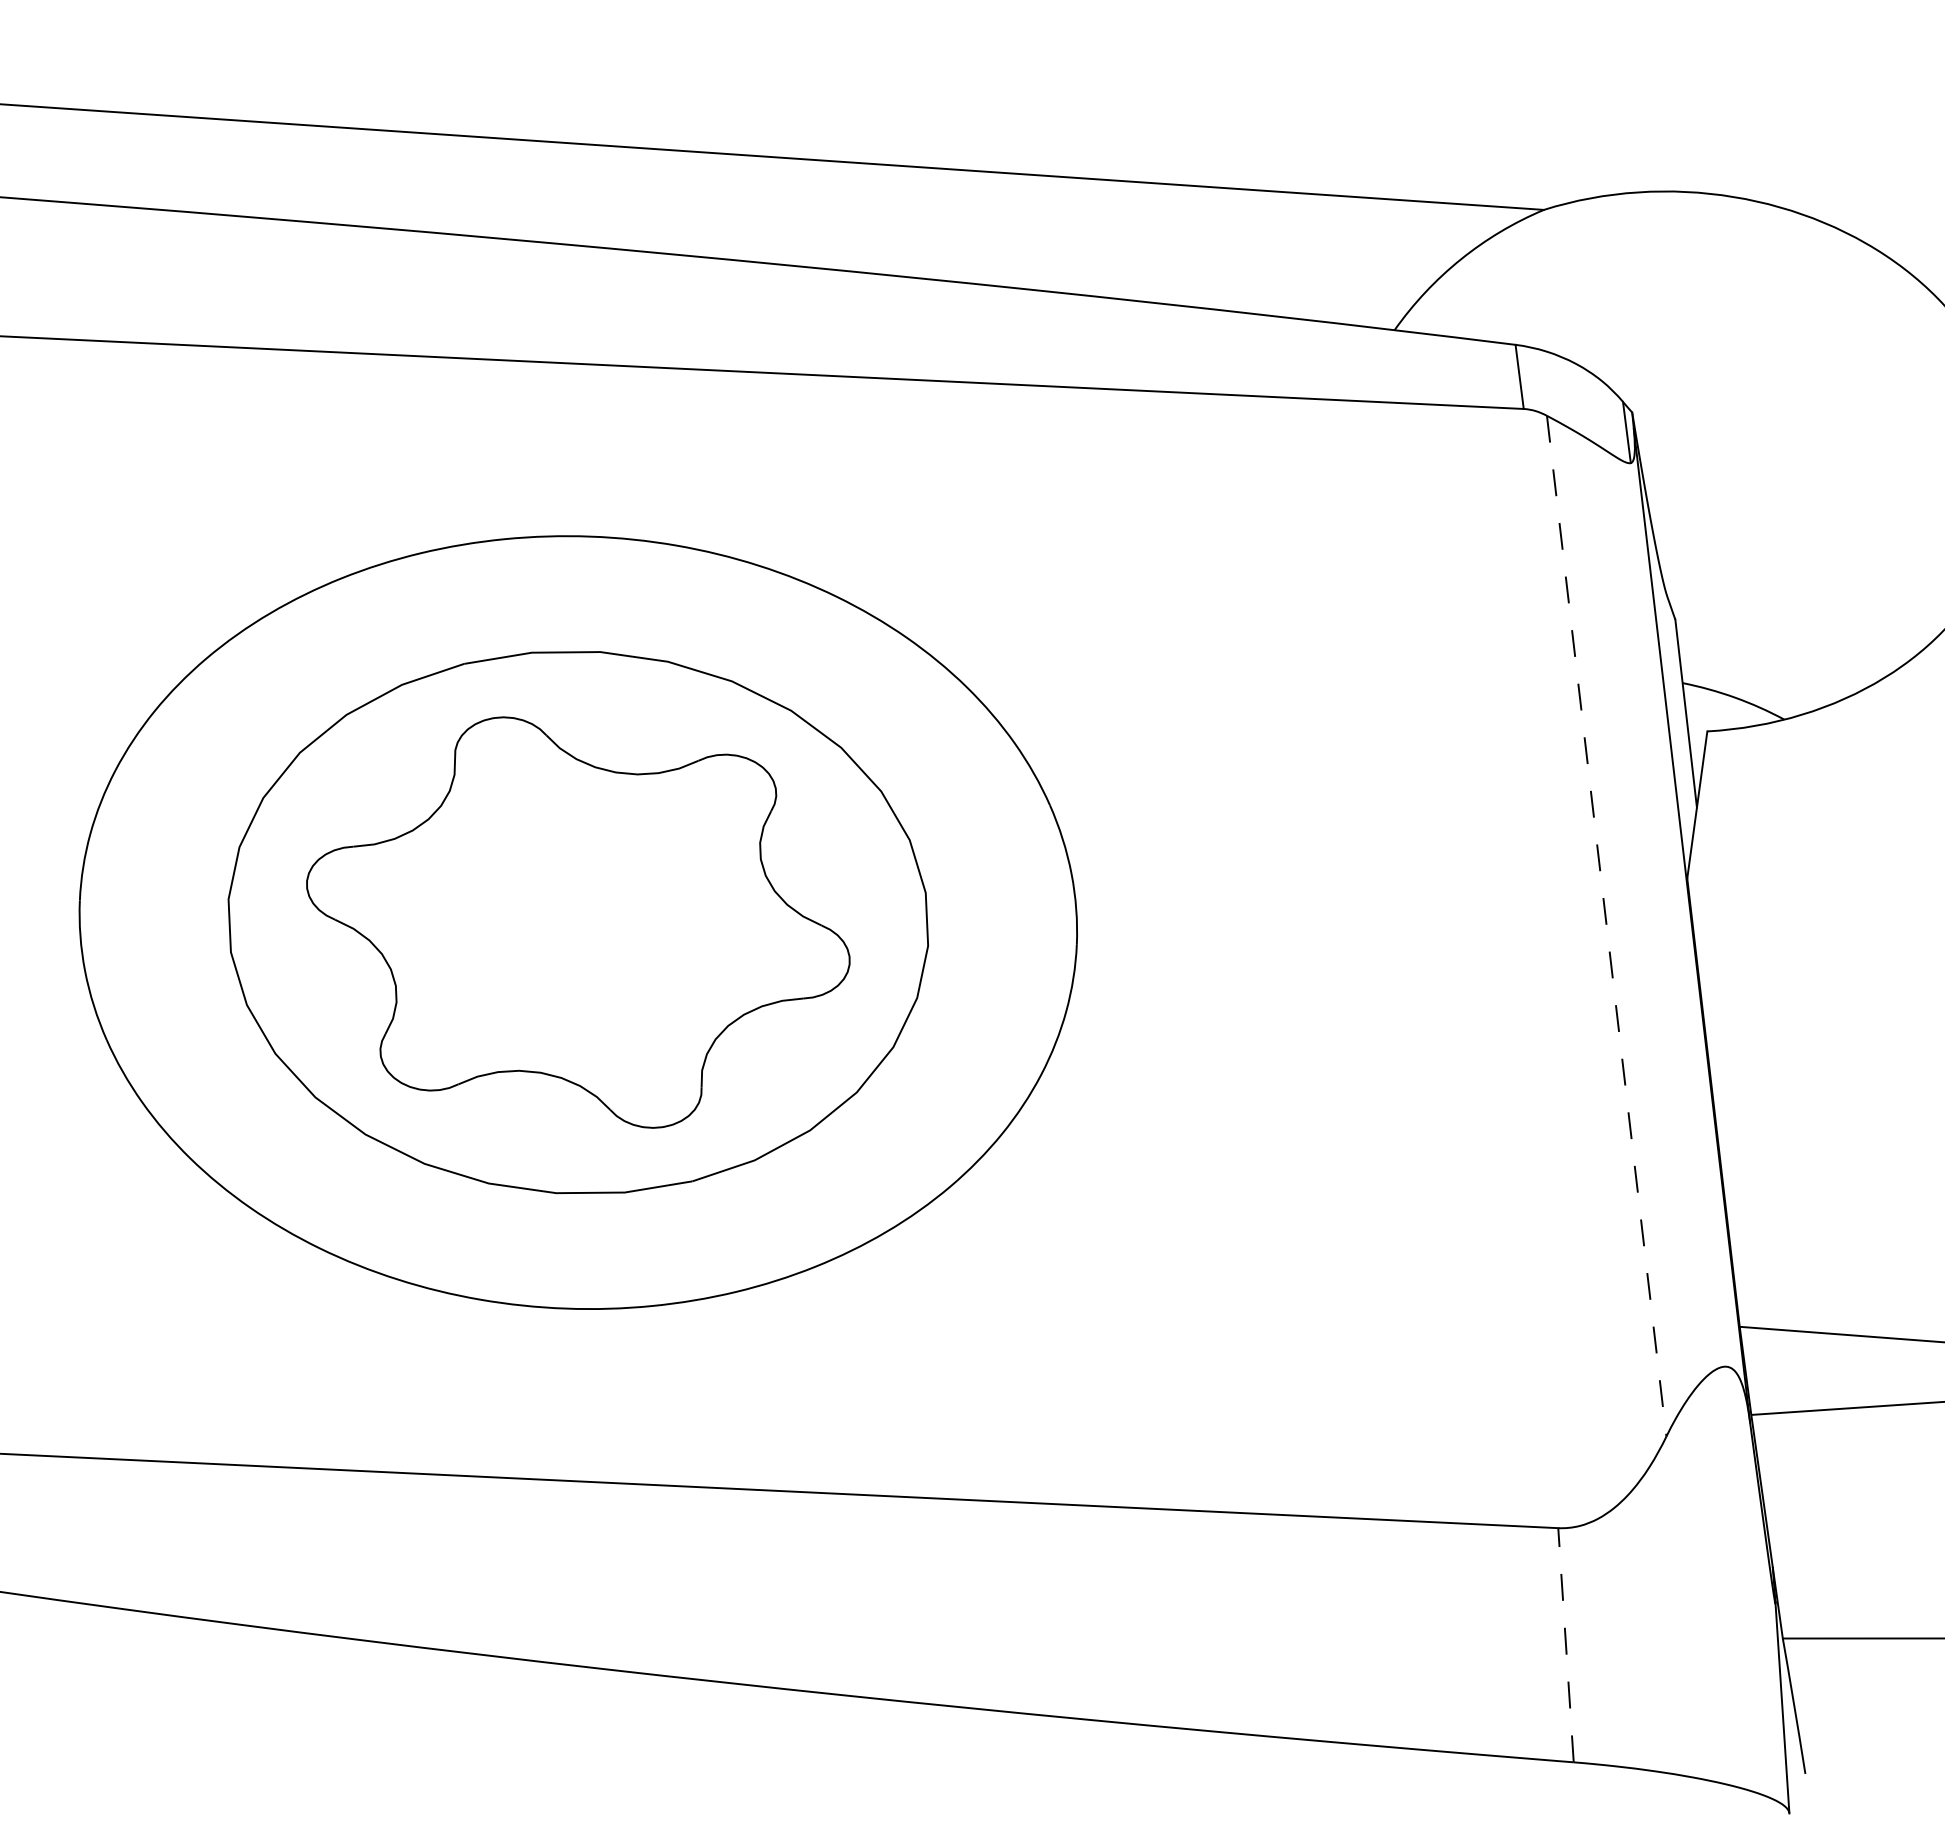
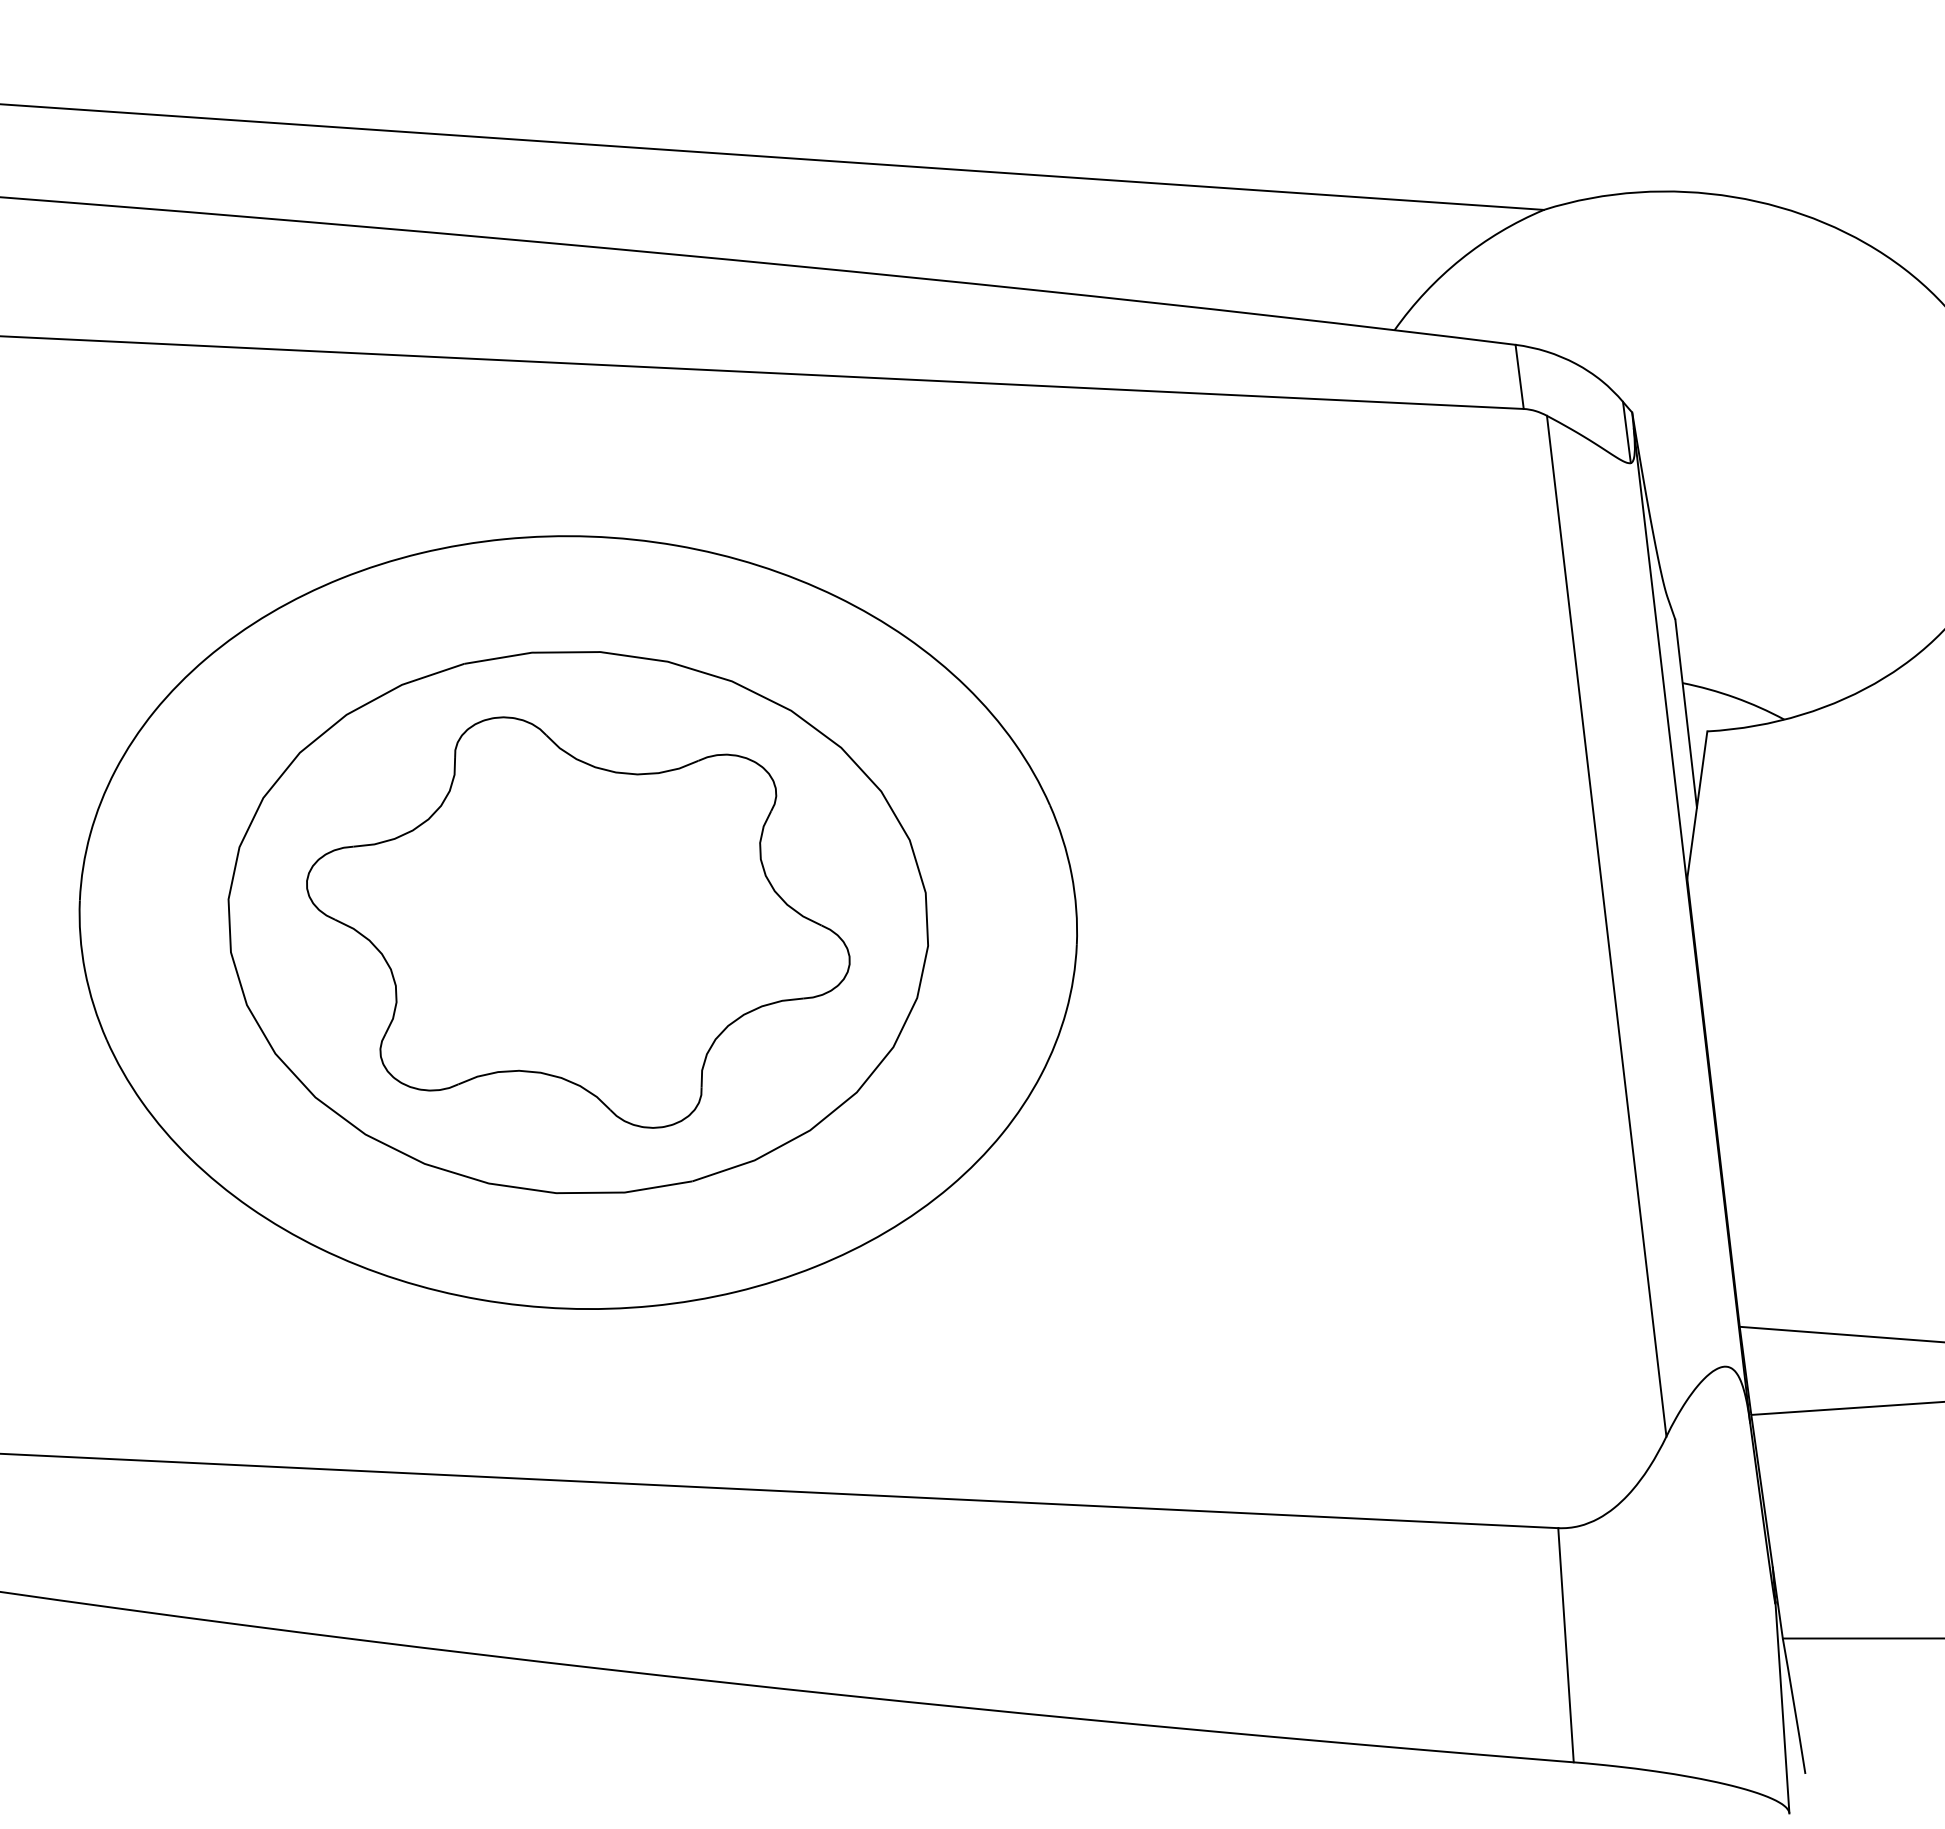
line at (1606, 926): dashed -> solid
line at (1565, 1644): dashed -> solid
